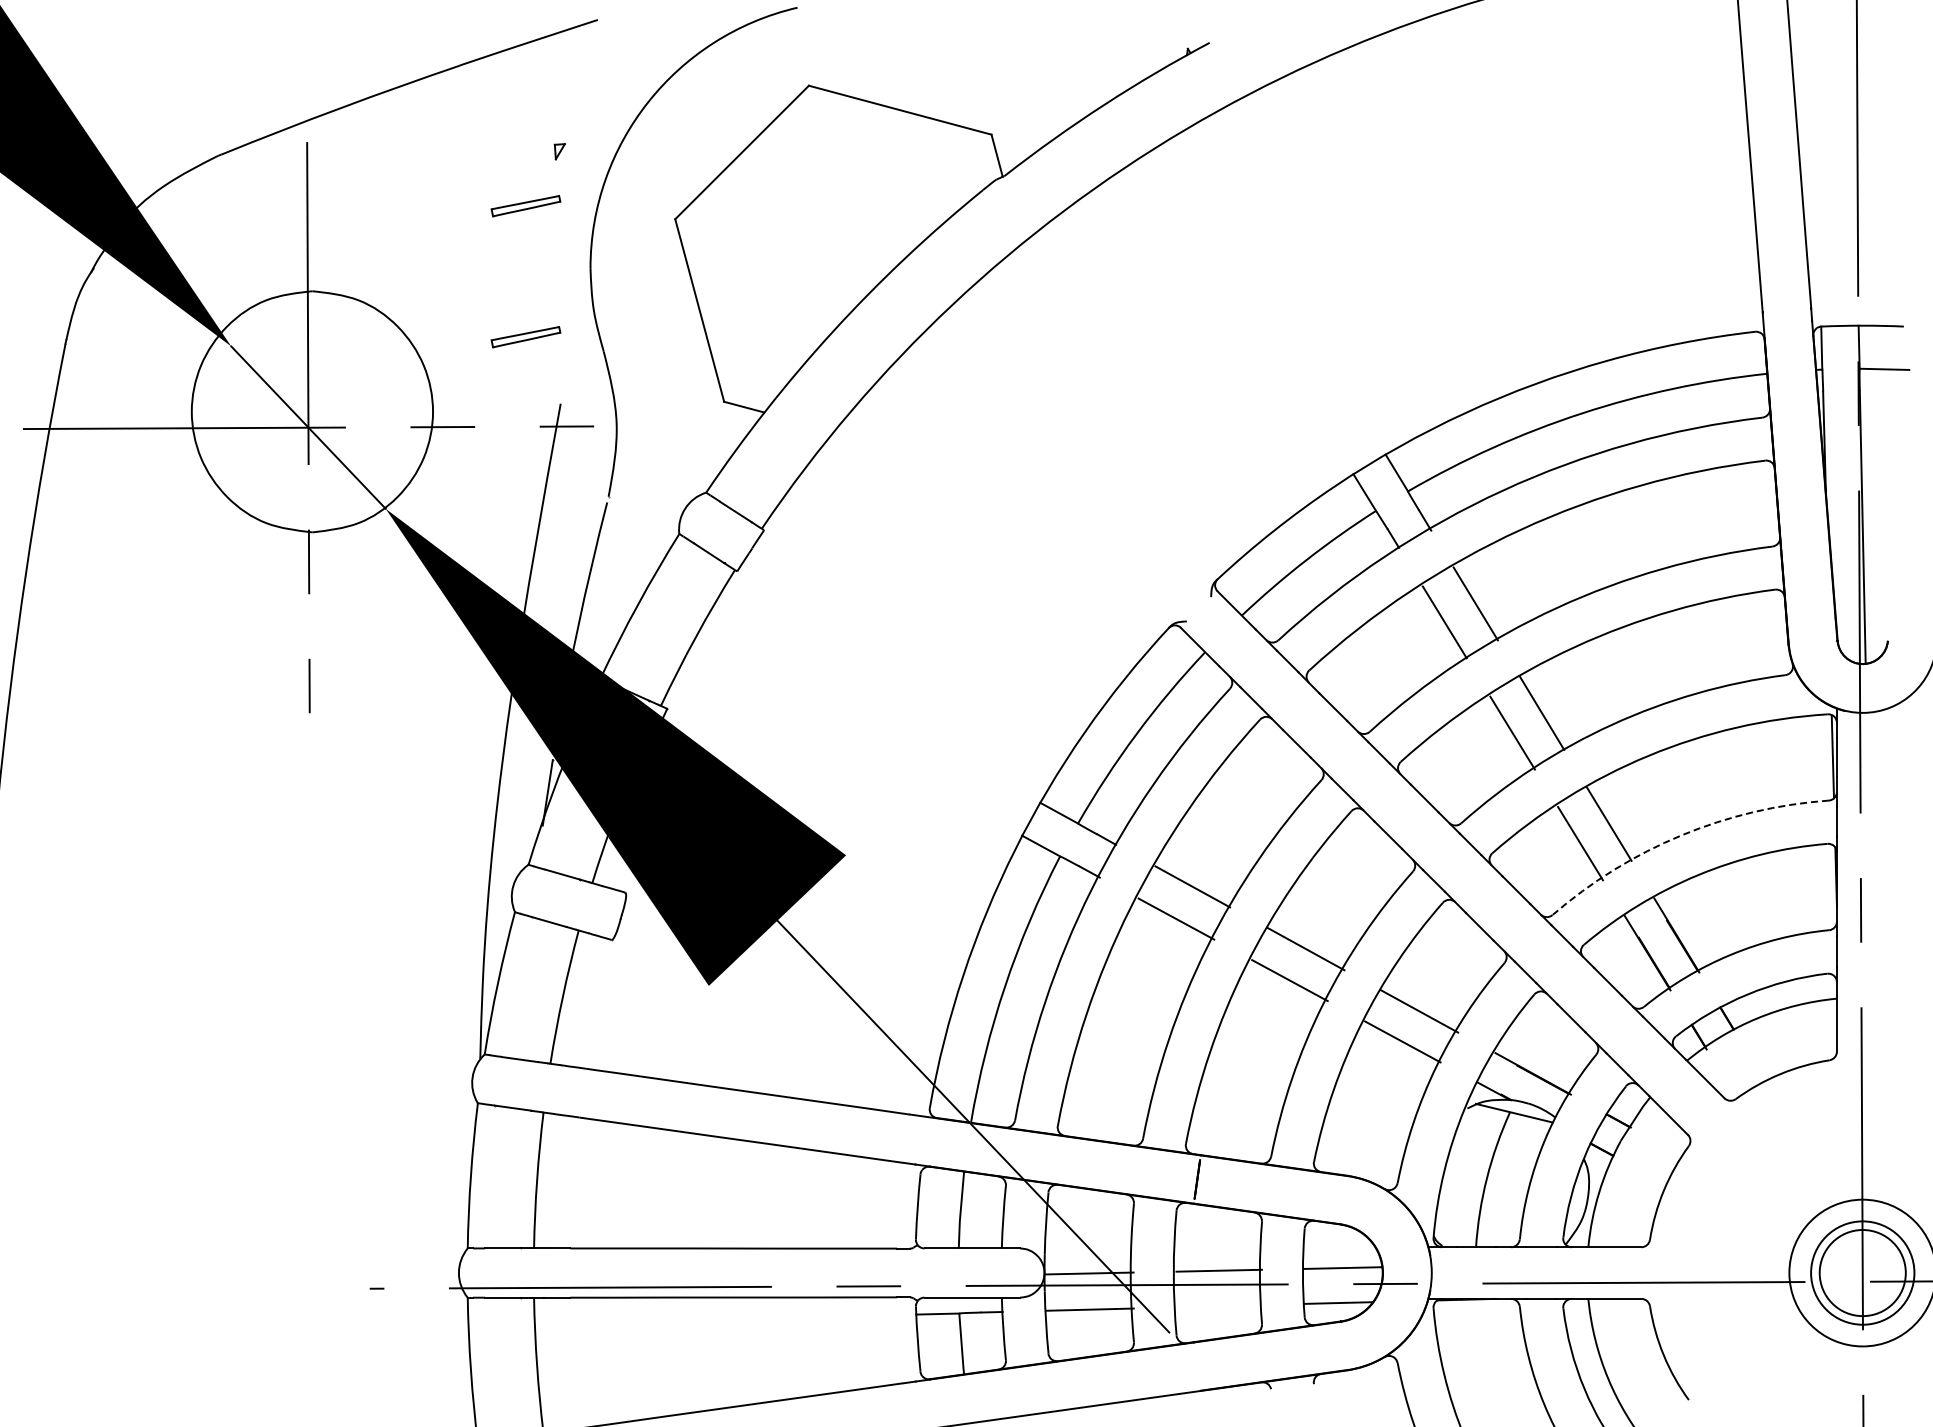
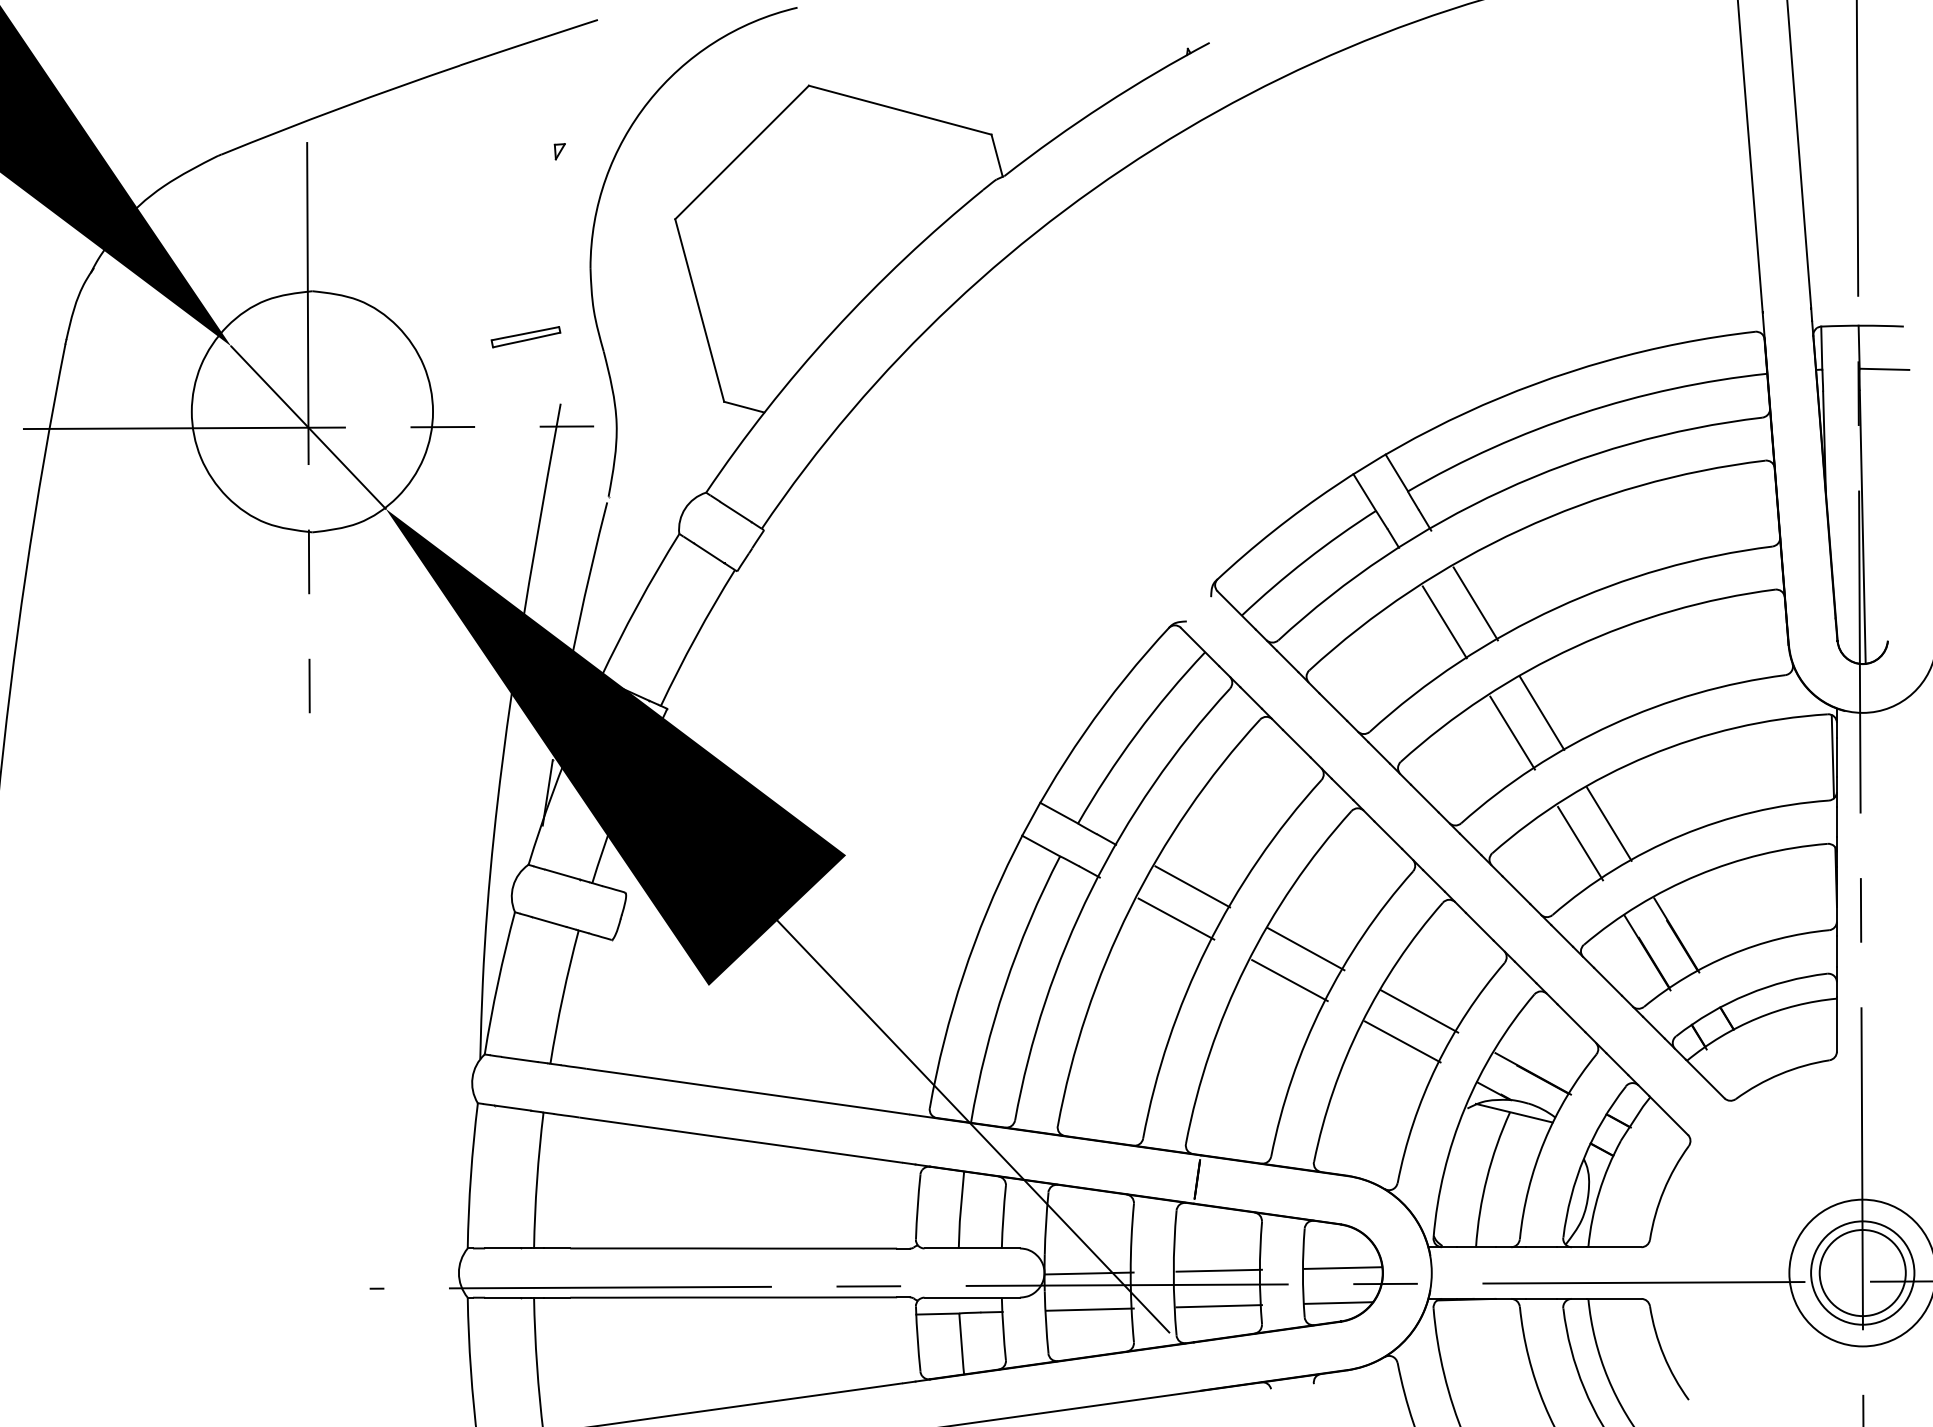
part at (525, 206): present -> none
arc at (1681, 835): dashed -> solid
line at (1218, 1306): none -> present
